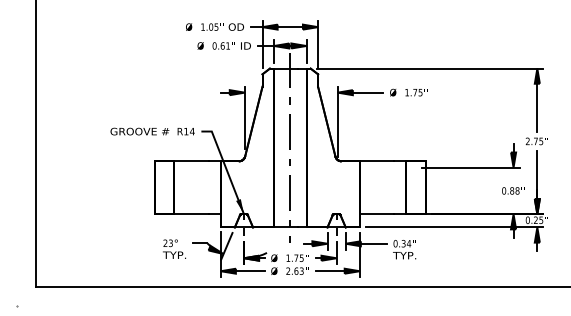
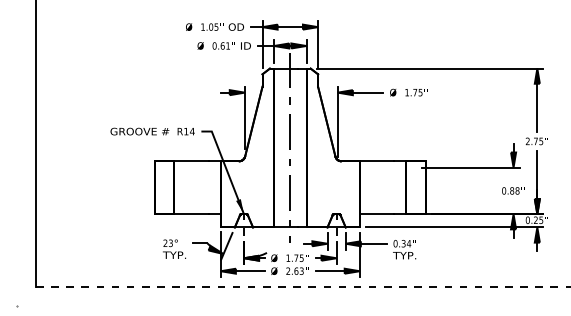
line at (303, 287): solid -> dashed
